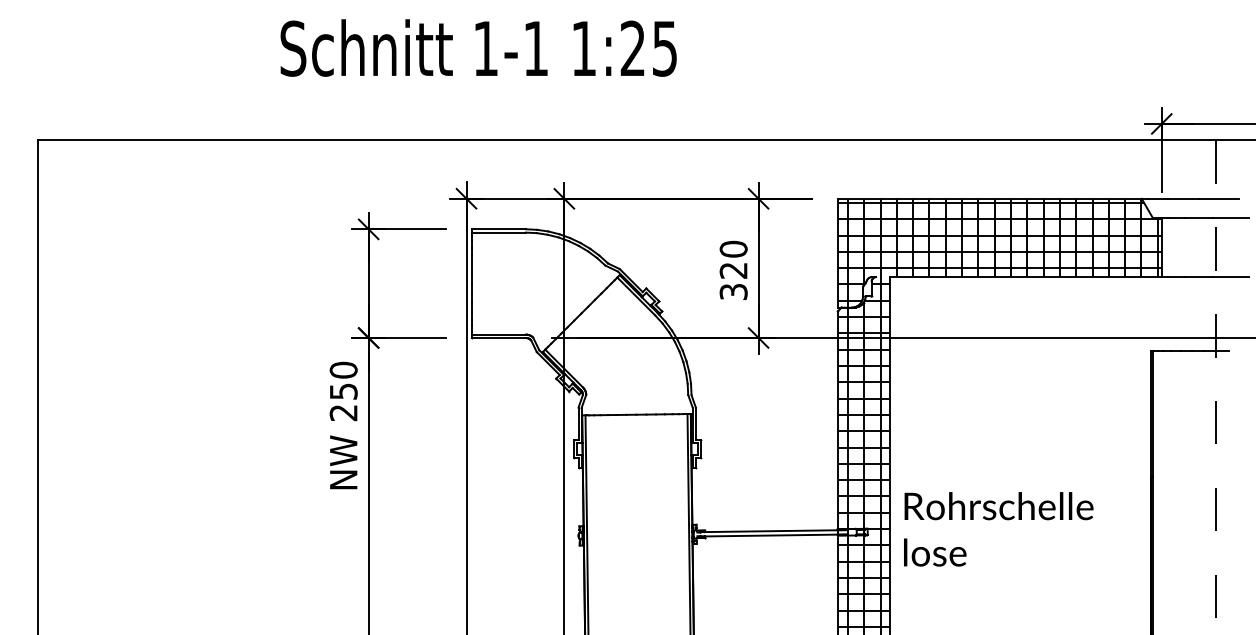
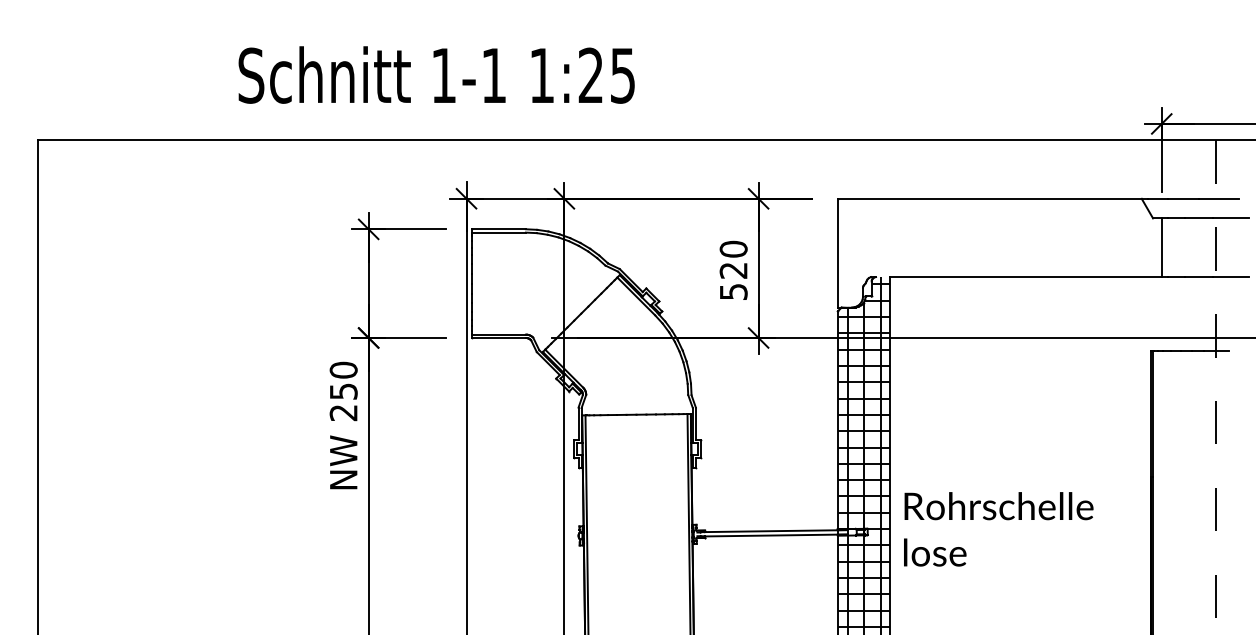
text at (478, 47) position: (478, 47) -> (436, 74)
hatch at (999, 252): present -> none
text at (732, 291): 320 -> 520
